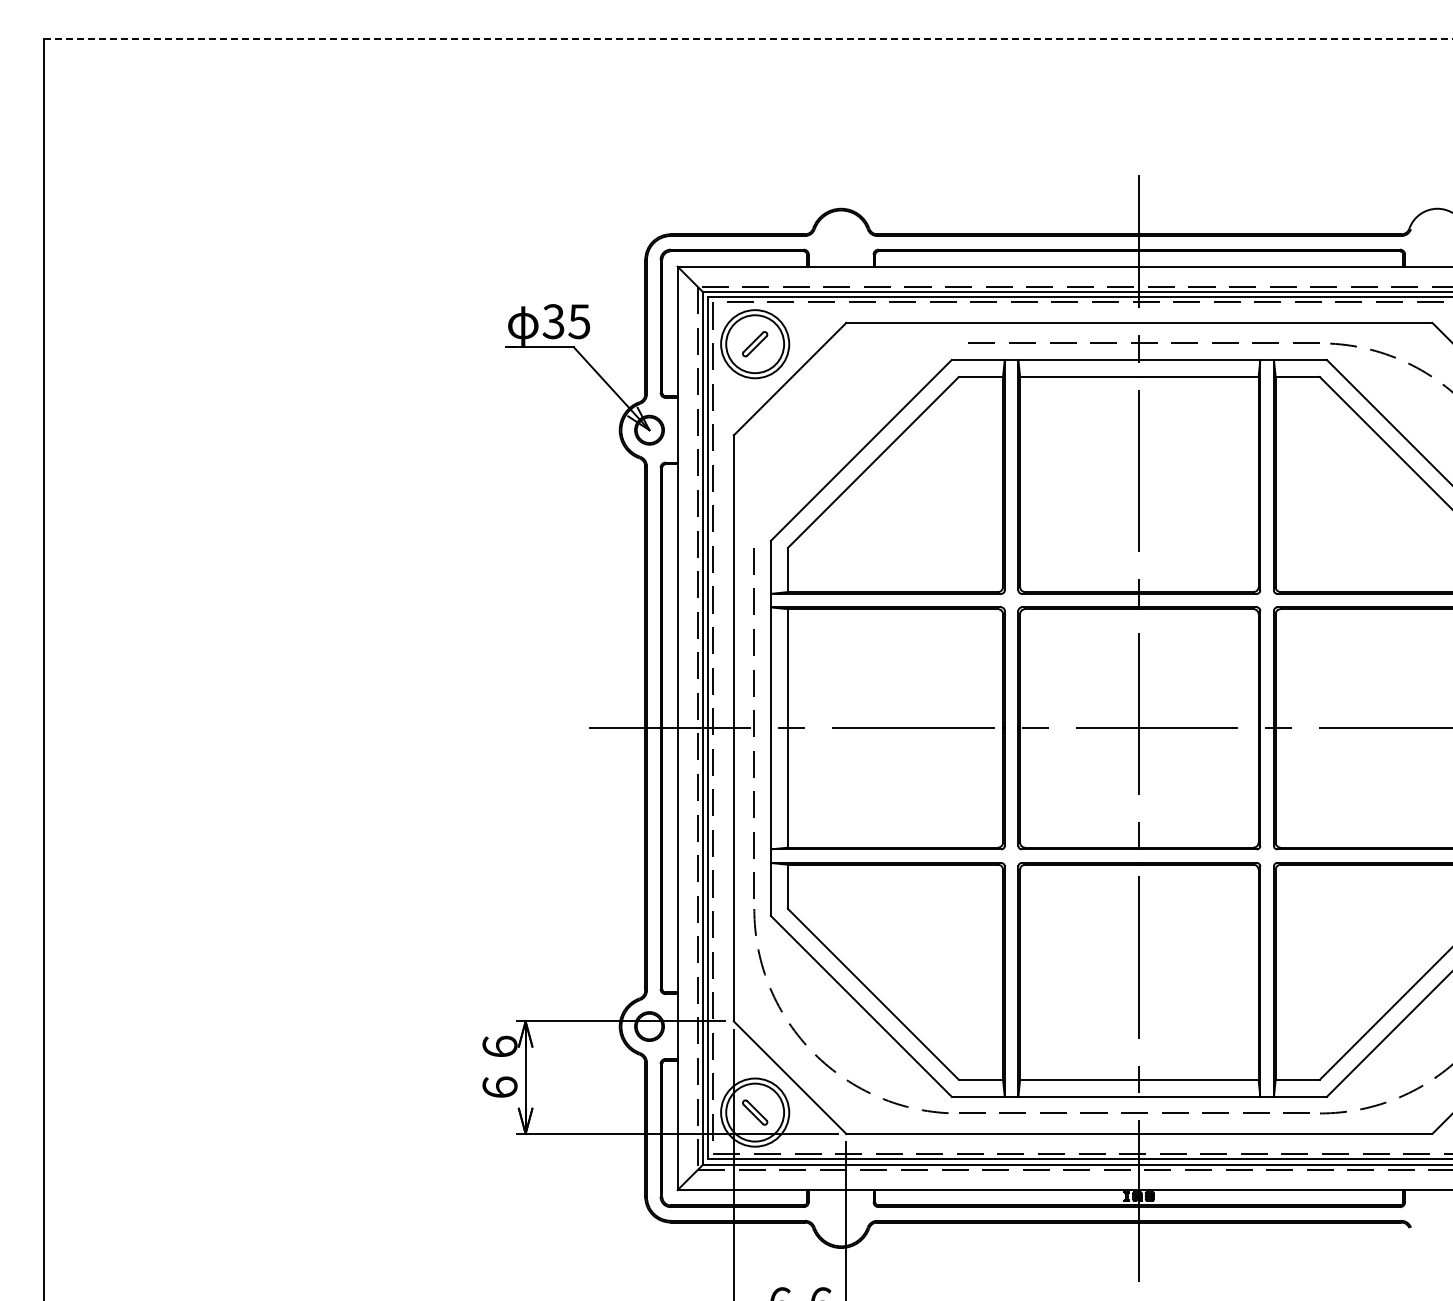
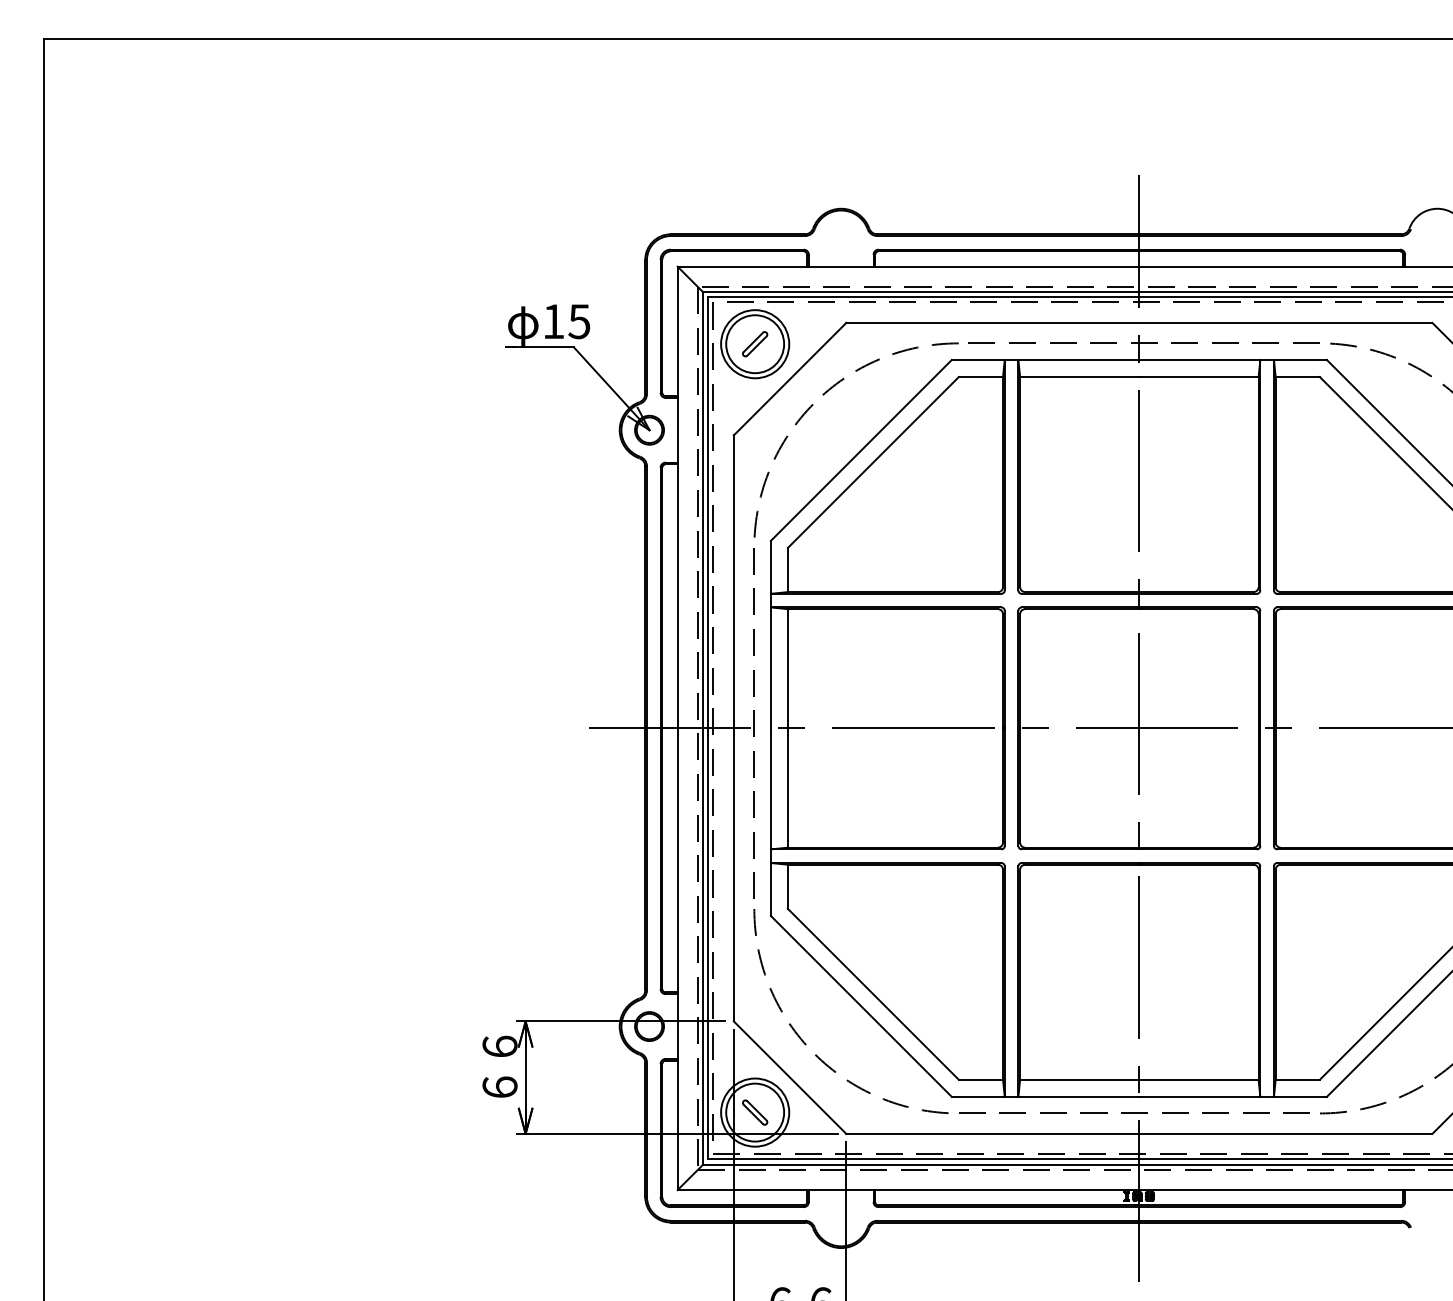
line at (748, 39): dashed -> solid
text at (553, 321): 35 -> 15
arc at (813, 405): none -> present
